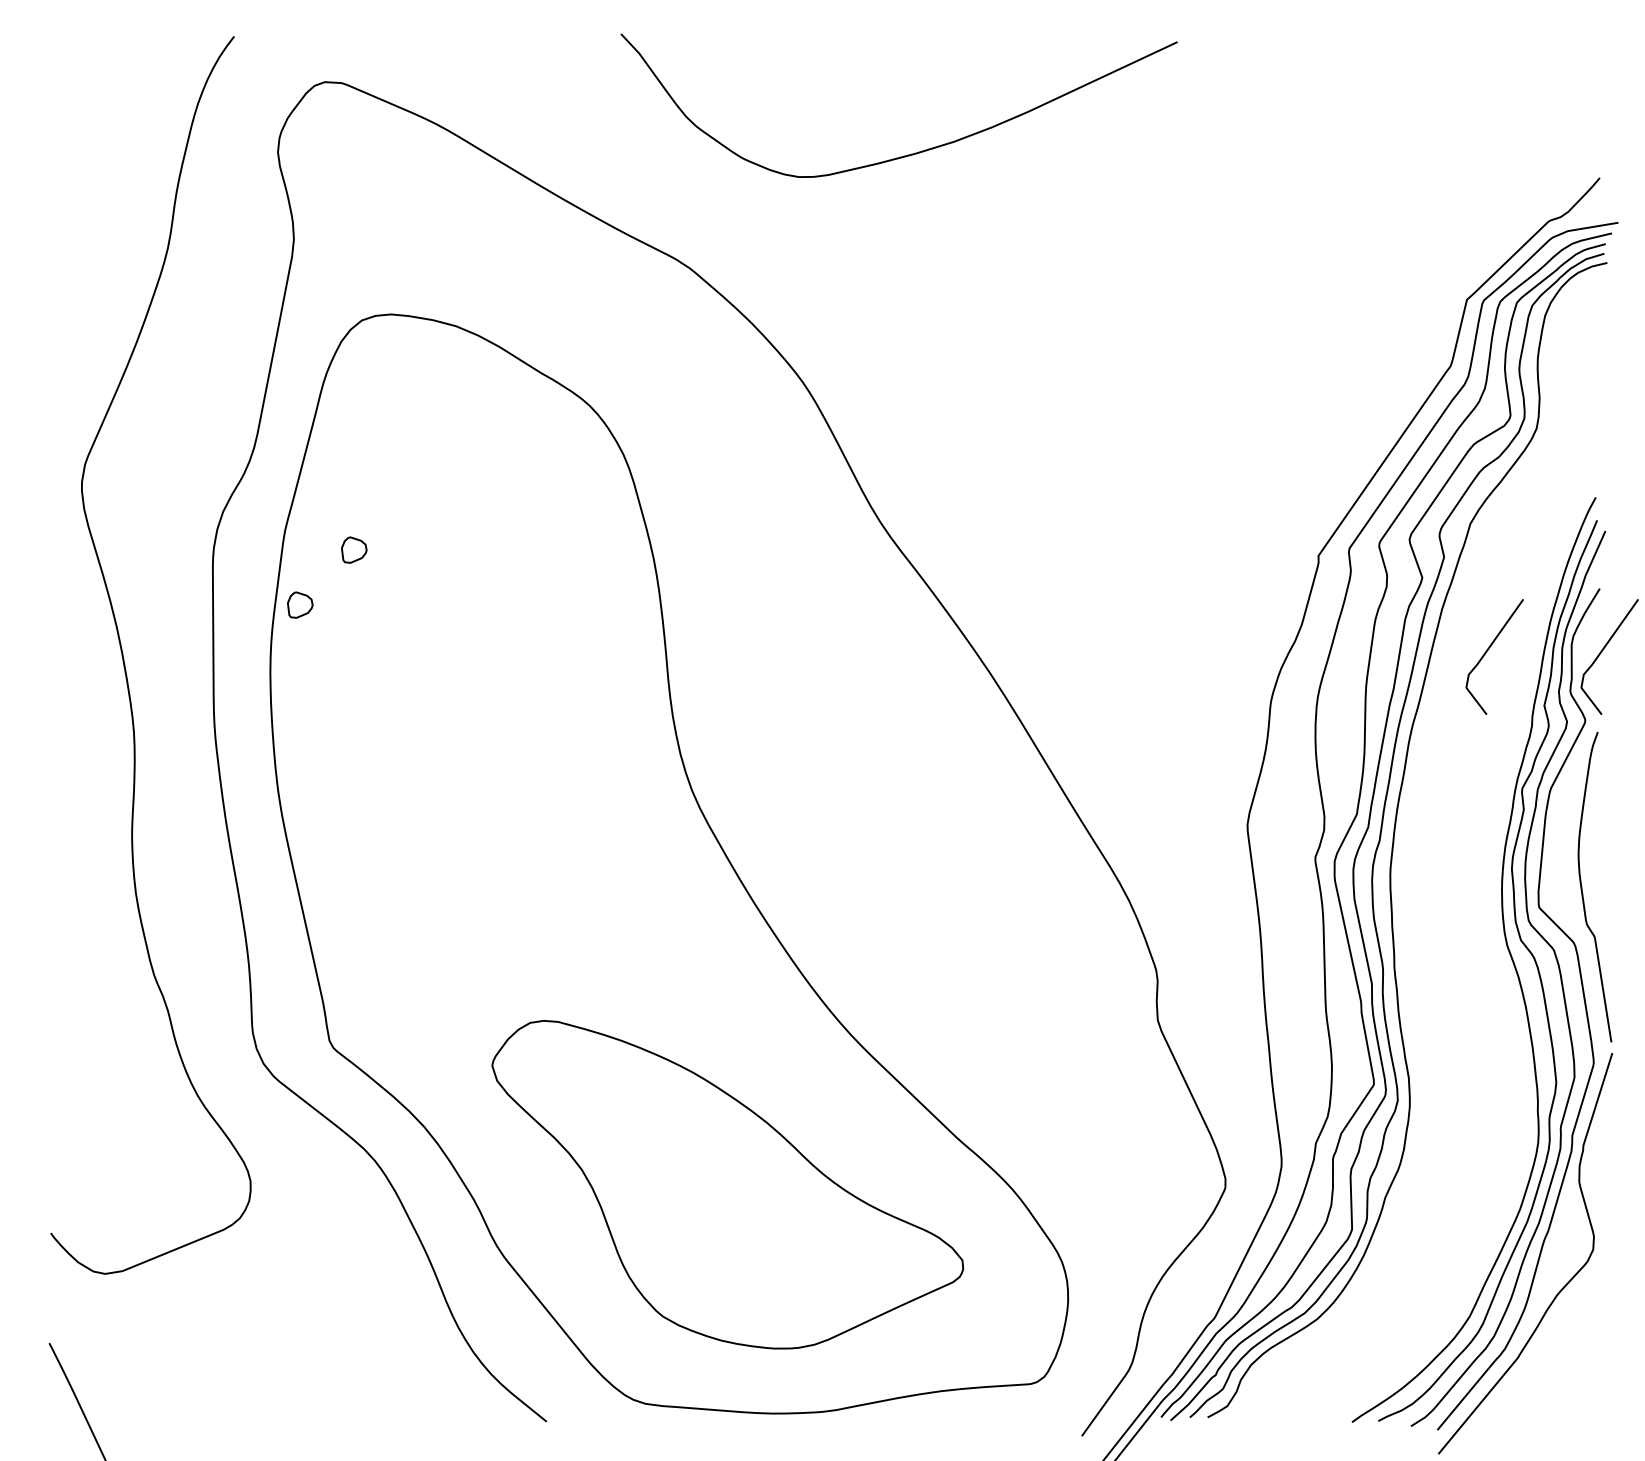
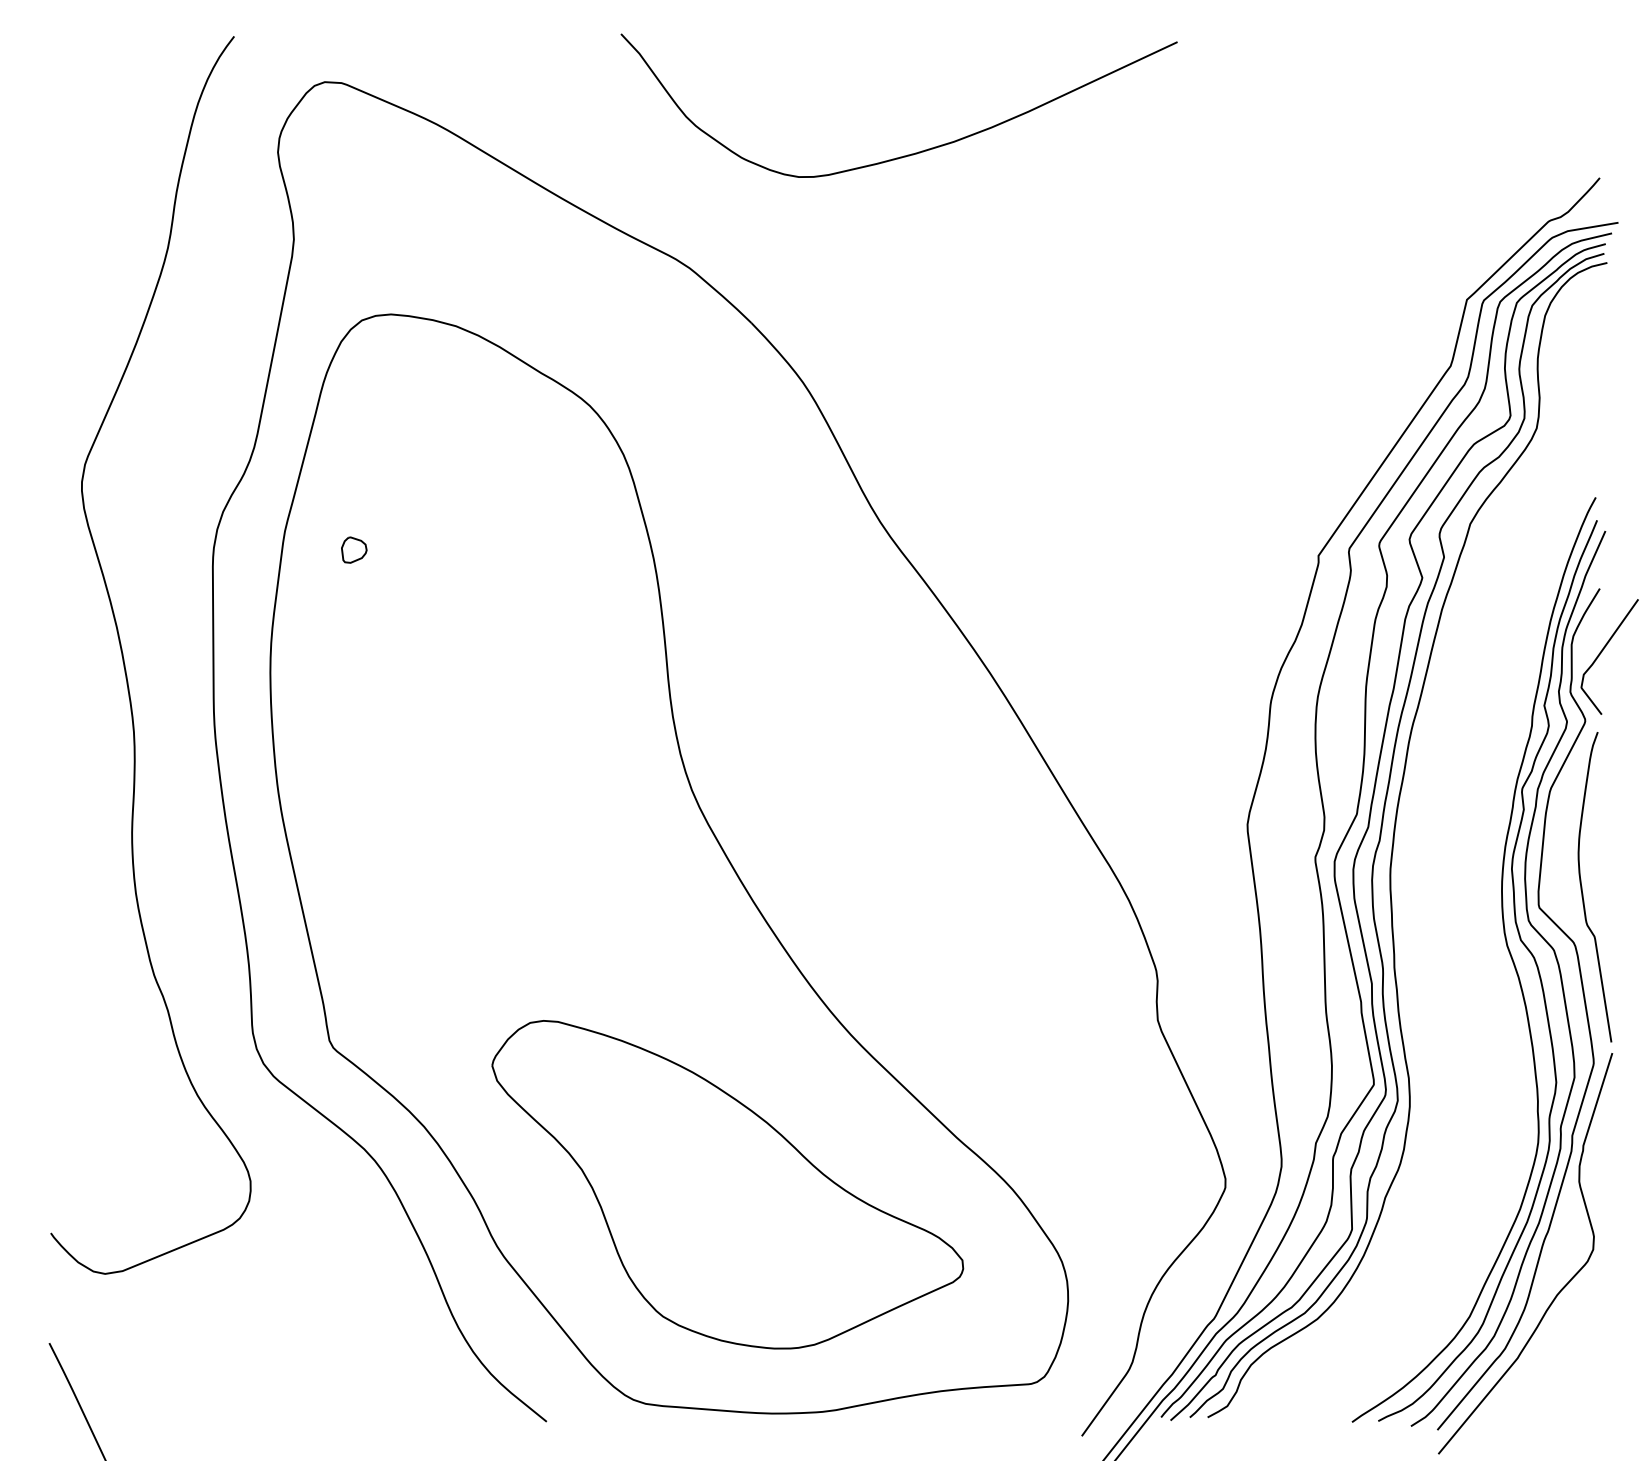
part at (300, 604): present -> none
curve at (1488, 650): present -> none
